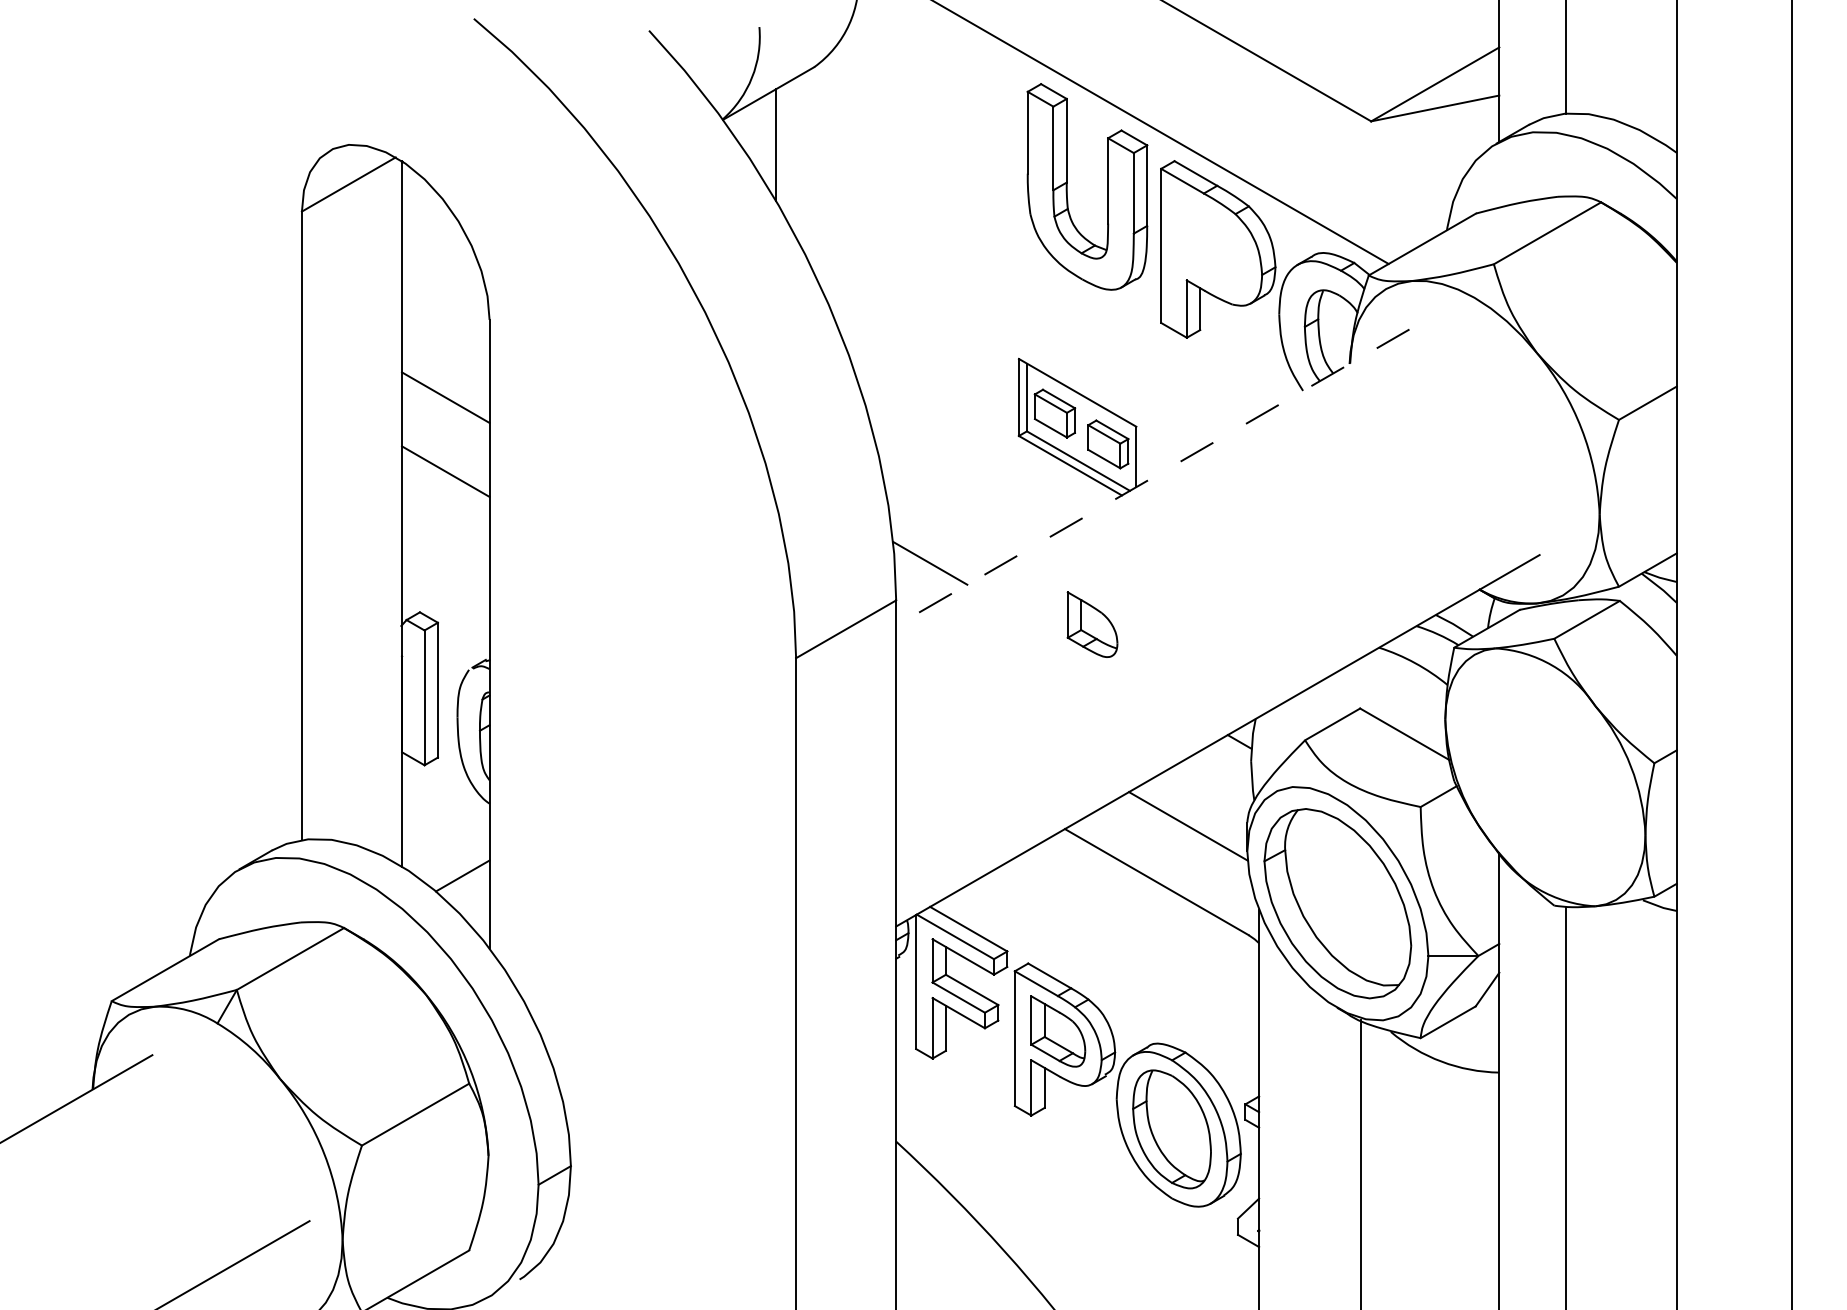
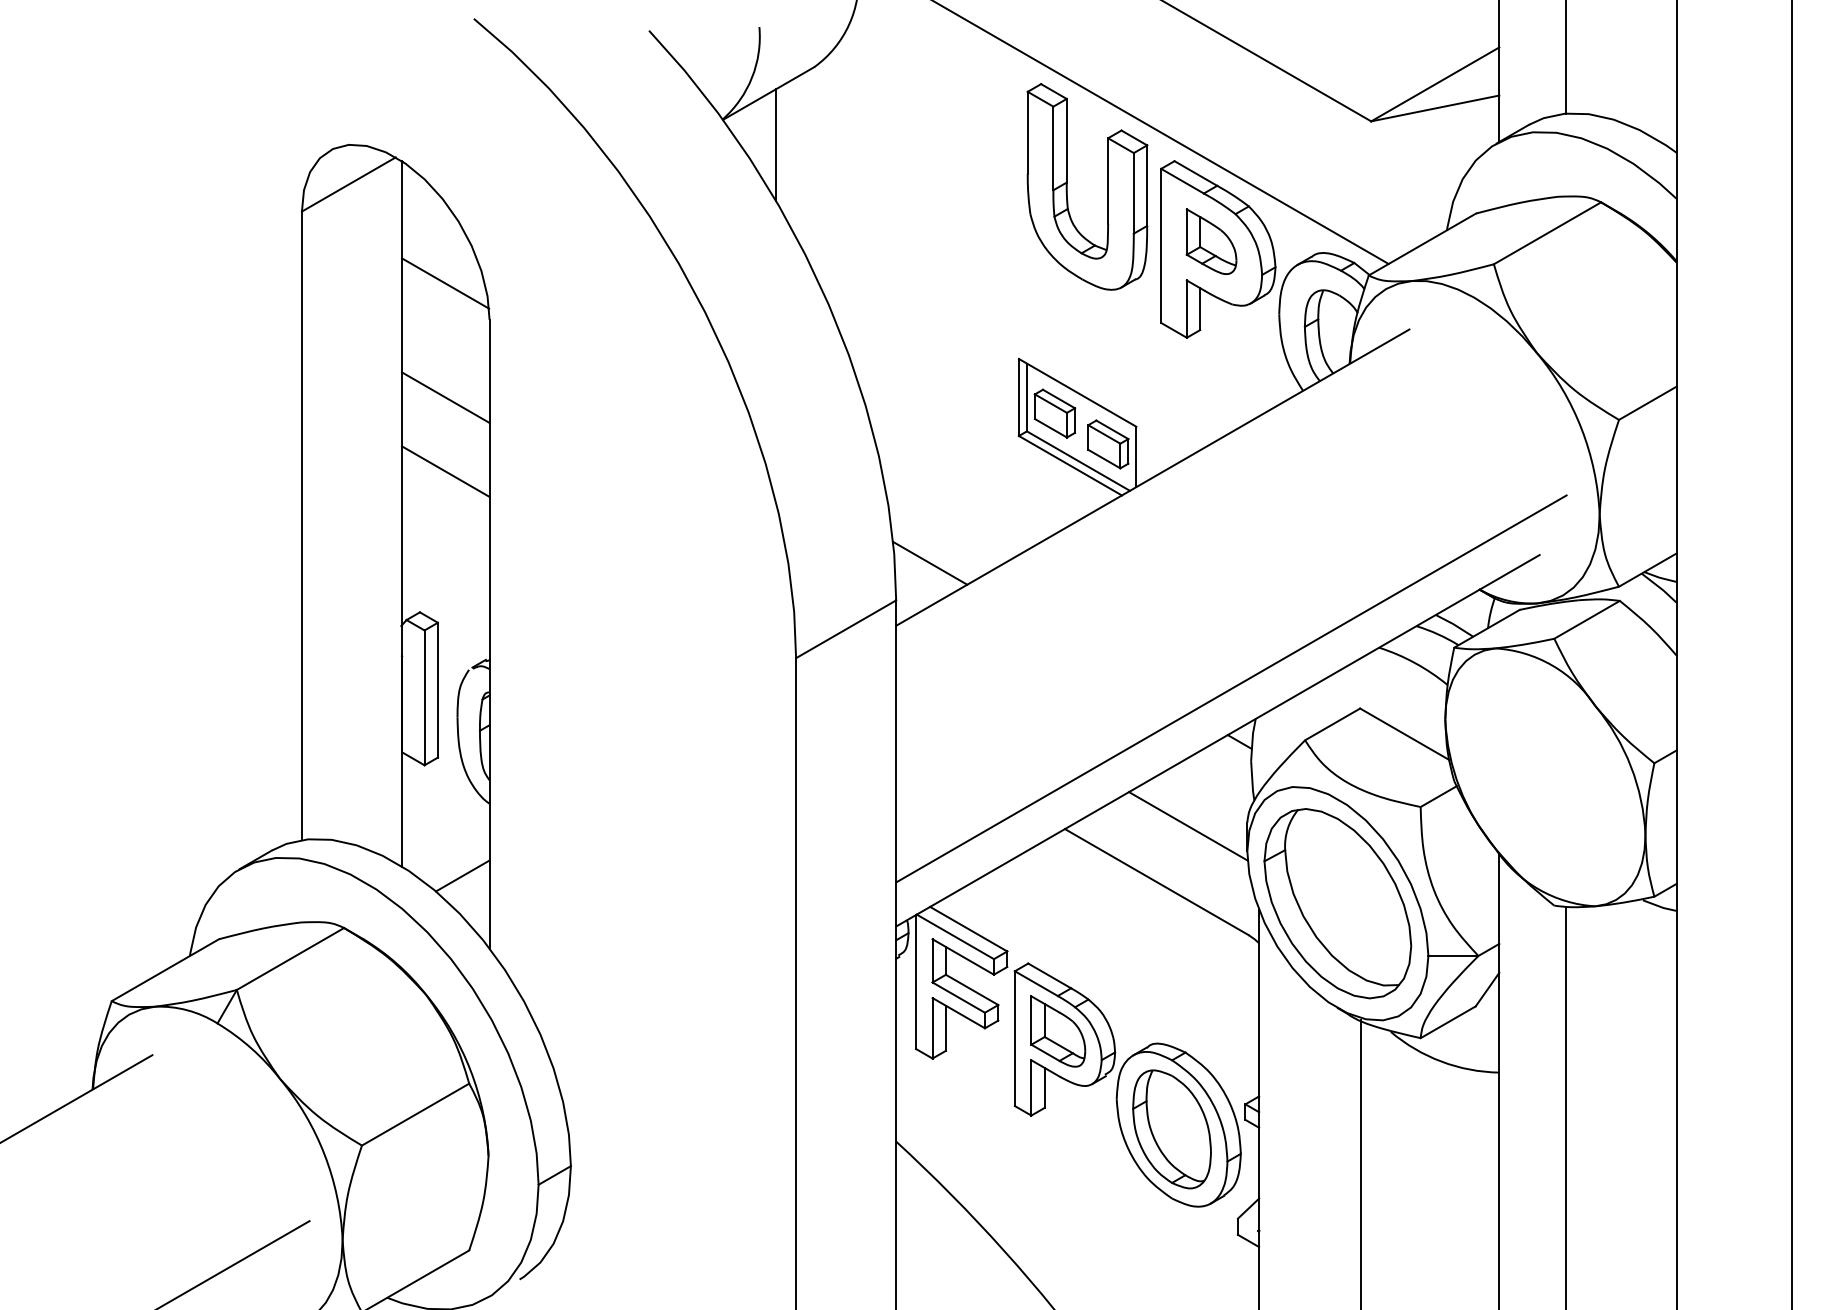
line at (445, 283): none -> present
line at (1152, 477): dashed -> solid
part at (1092, 624) position: (1092, 624) -> (1211, 241)
line at (1231, 688): none -> present
